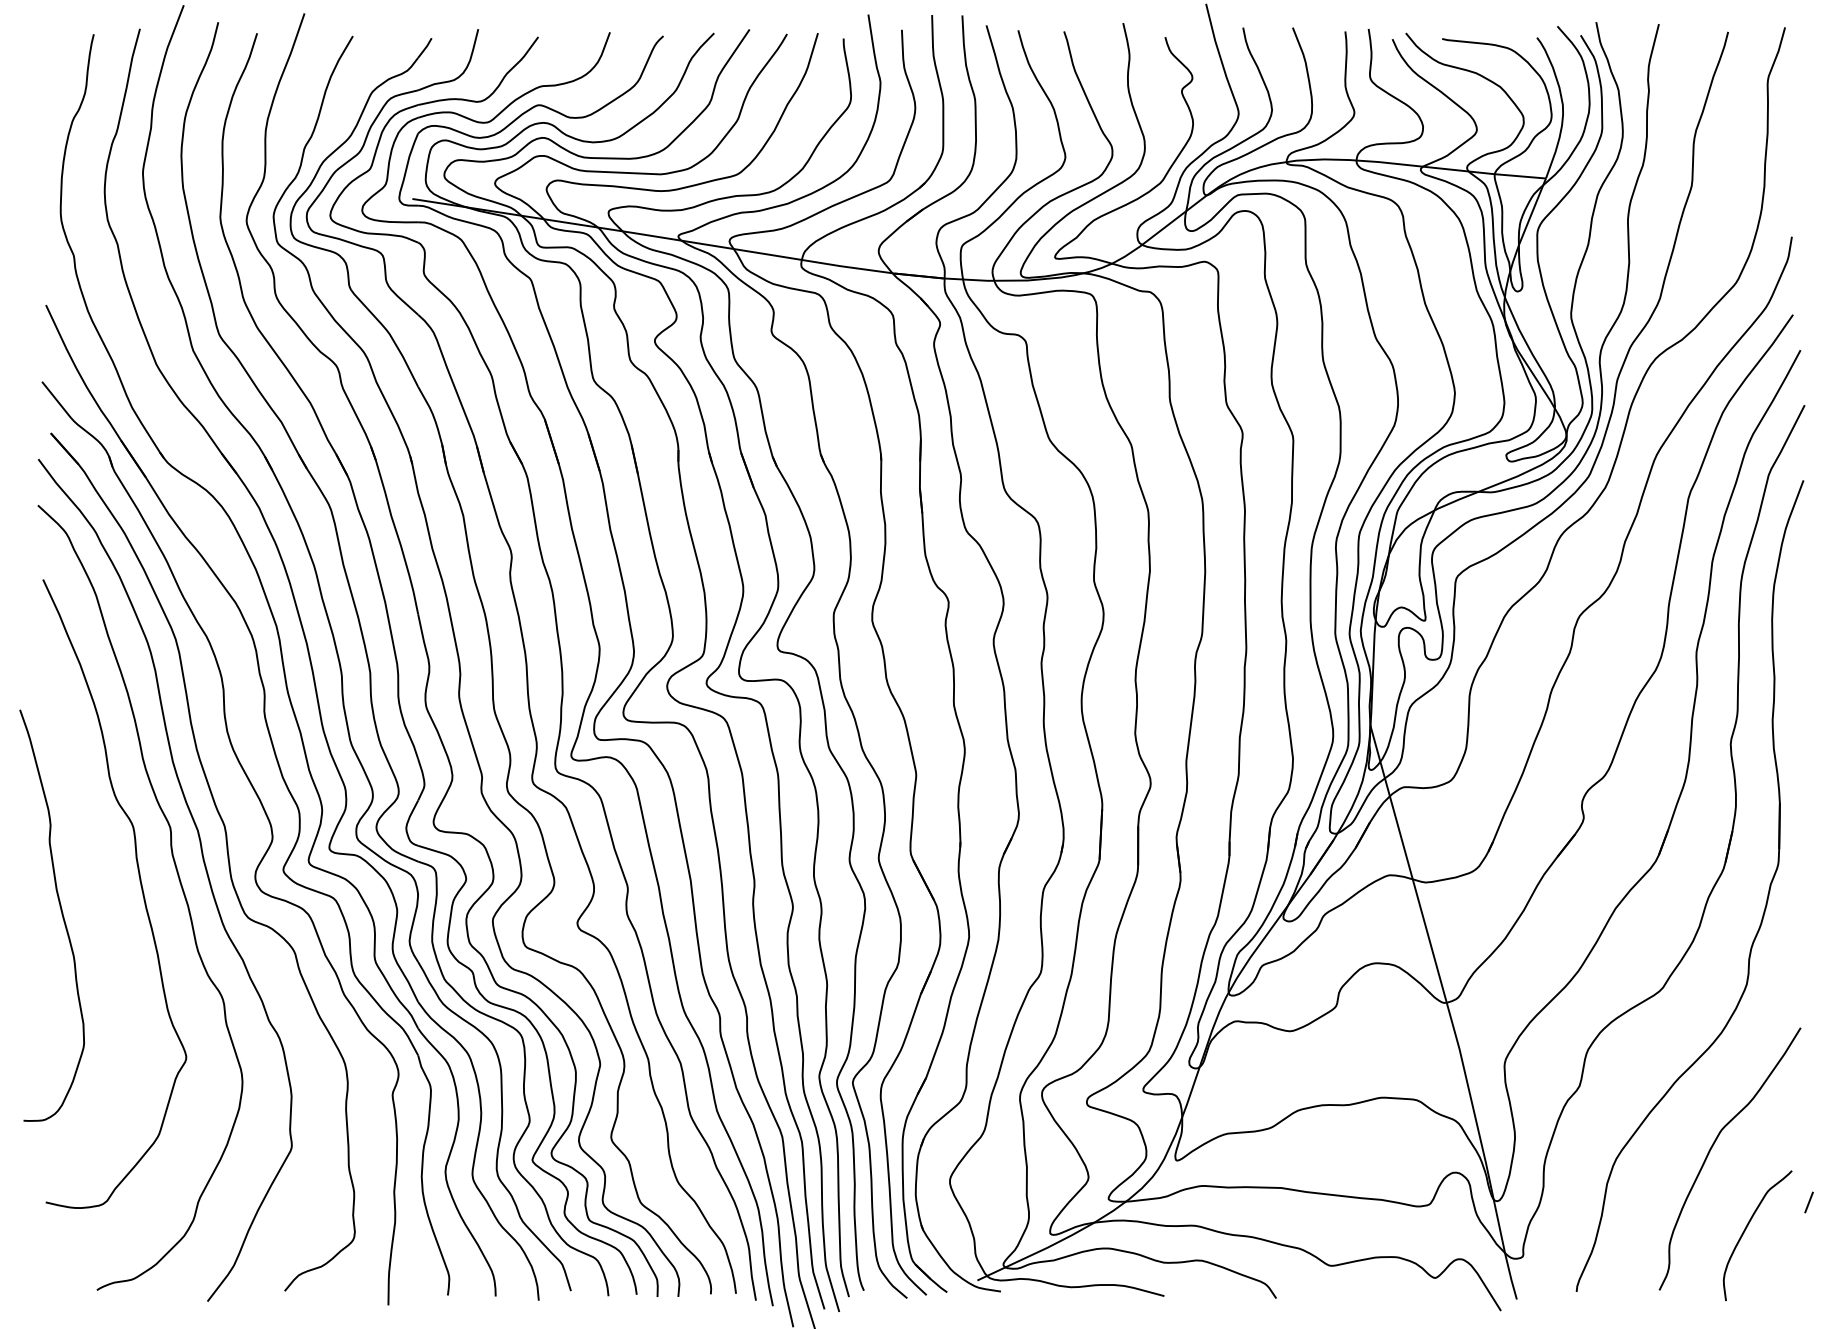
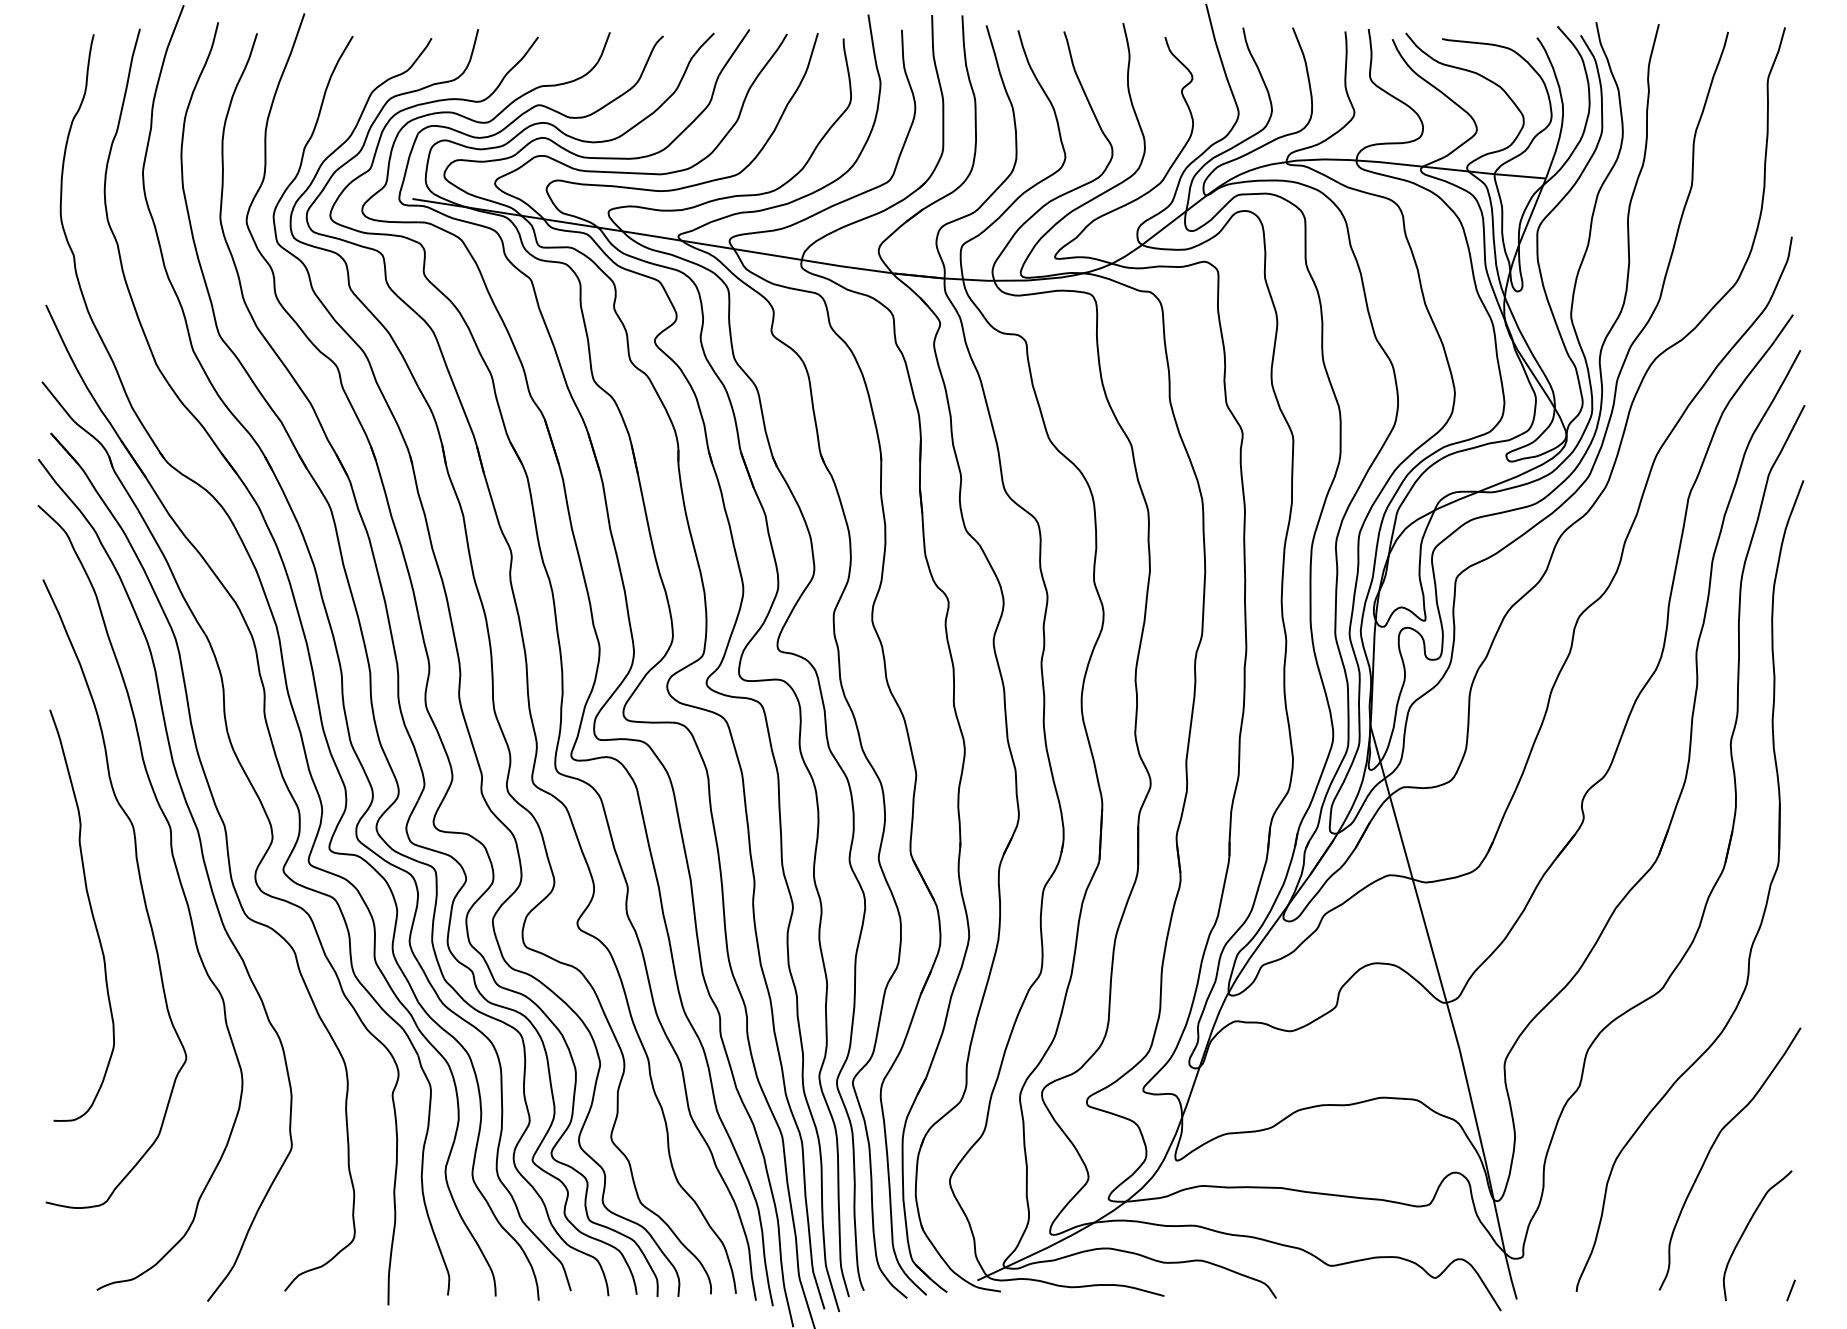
curve at (61, 914) position: (61, 914) -> (91, 914)
line at (1808, 1202) position: (1808, 1202) -> (1790, 1290)
